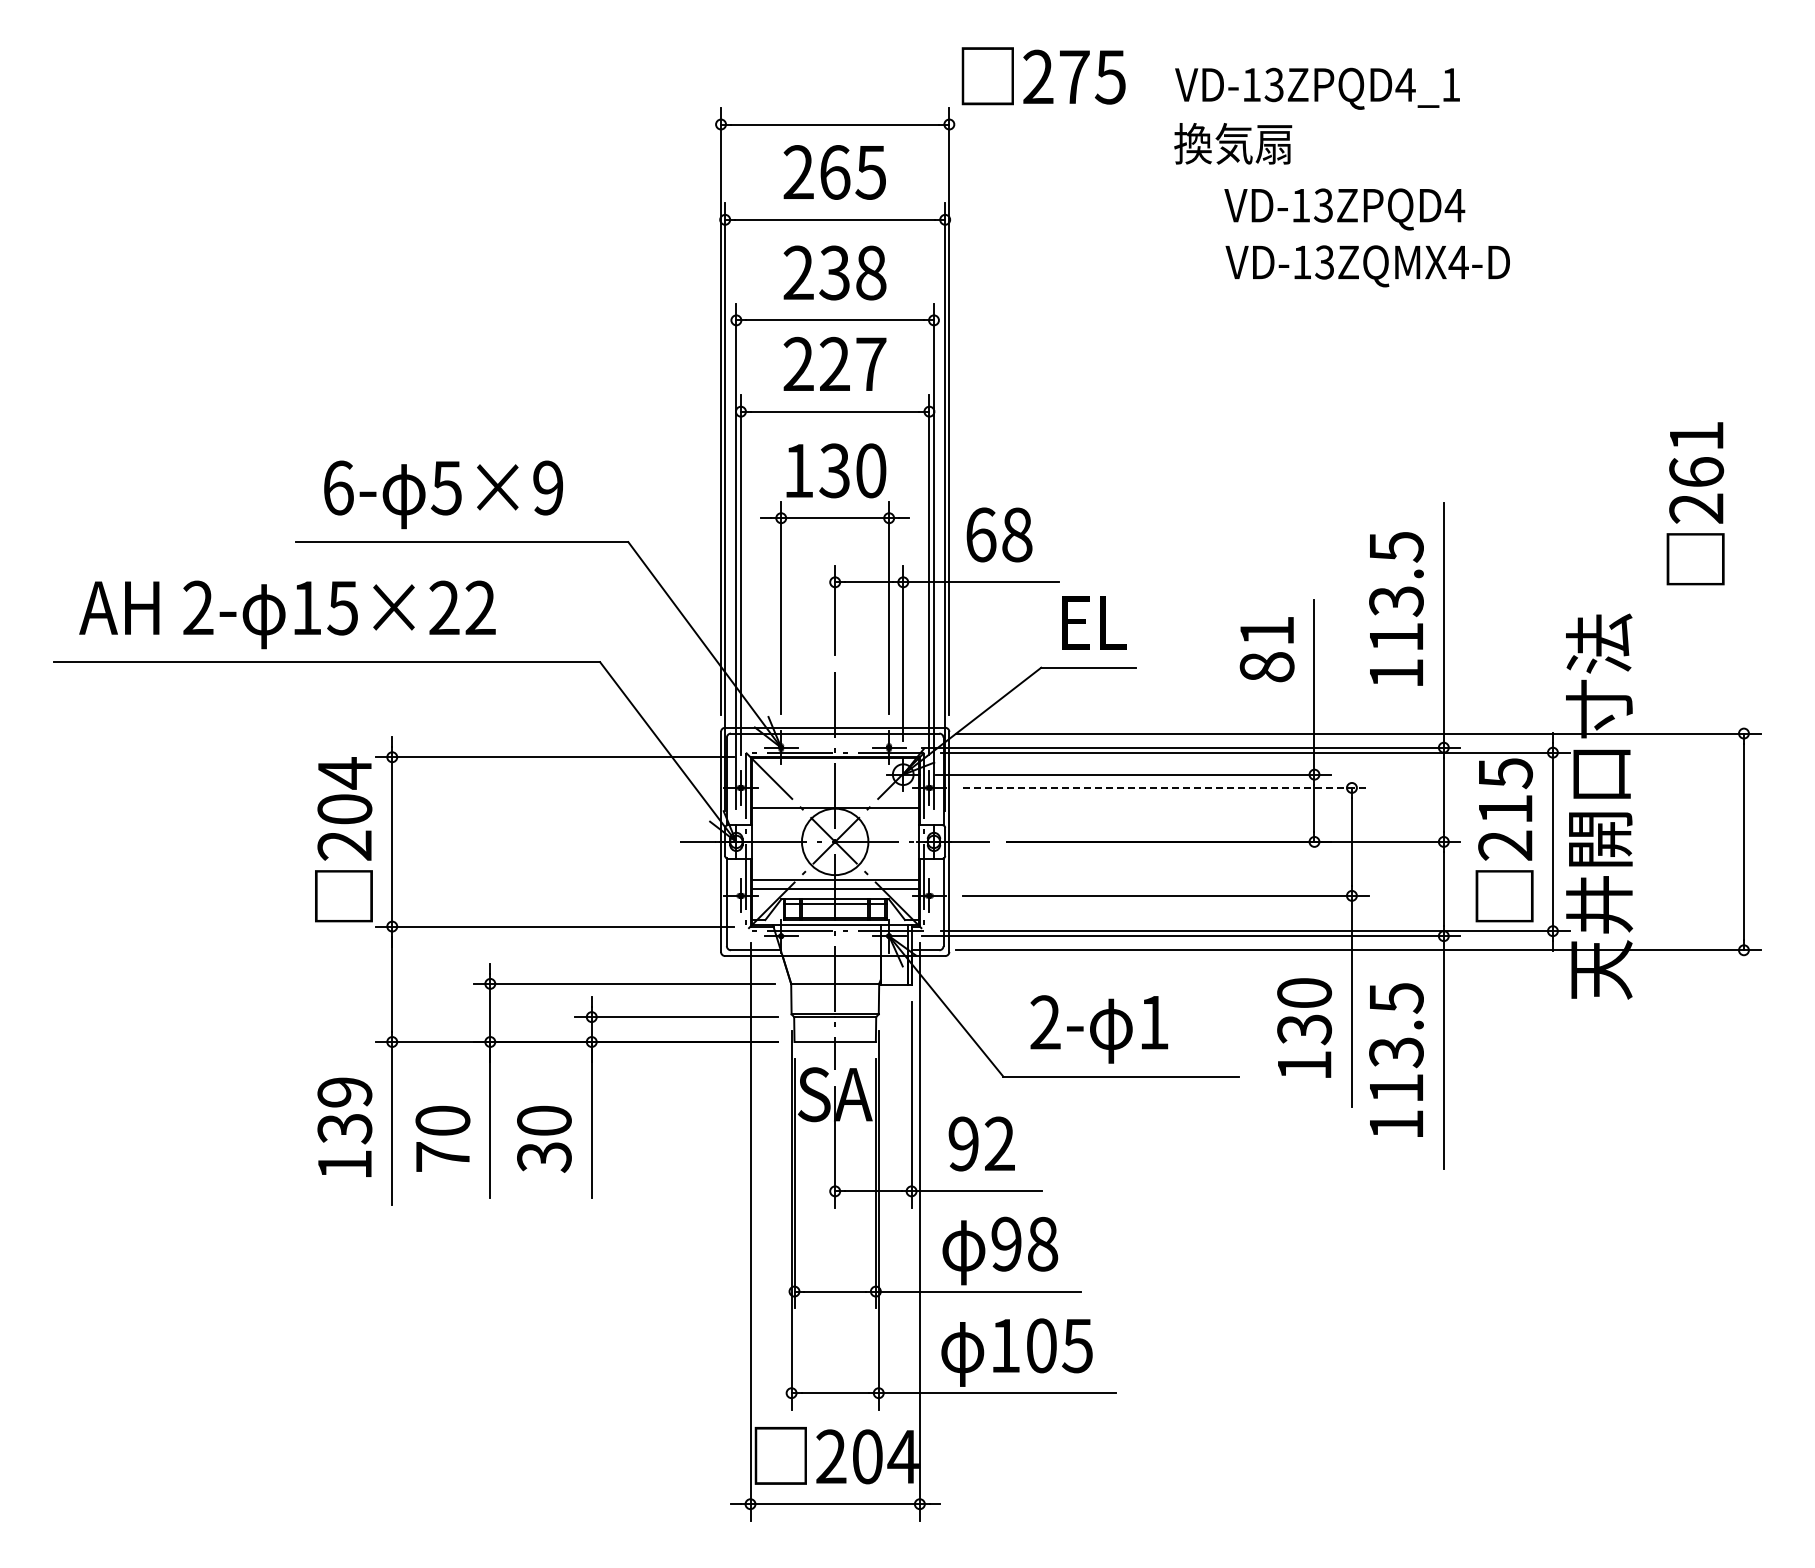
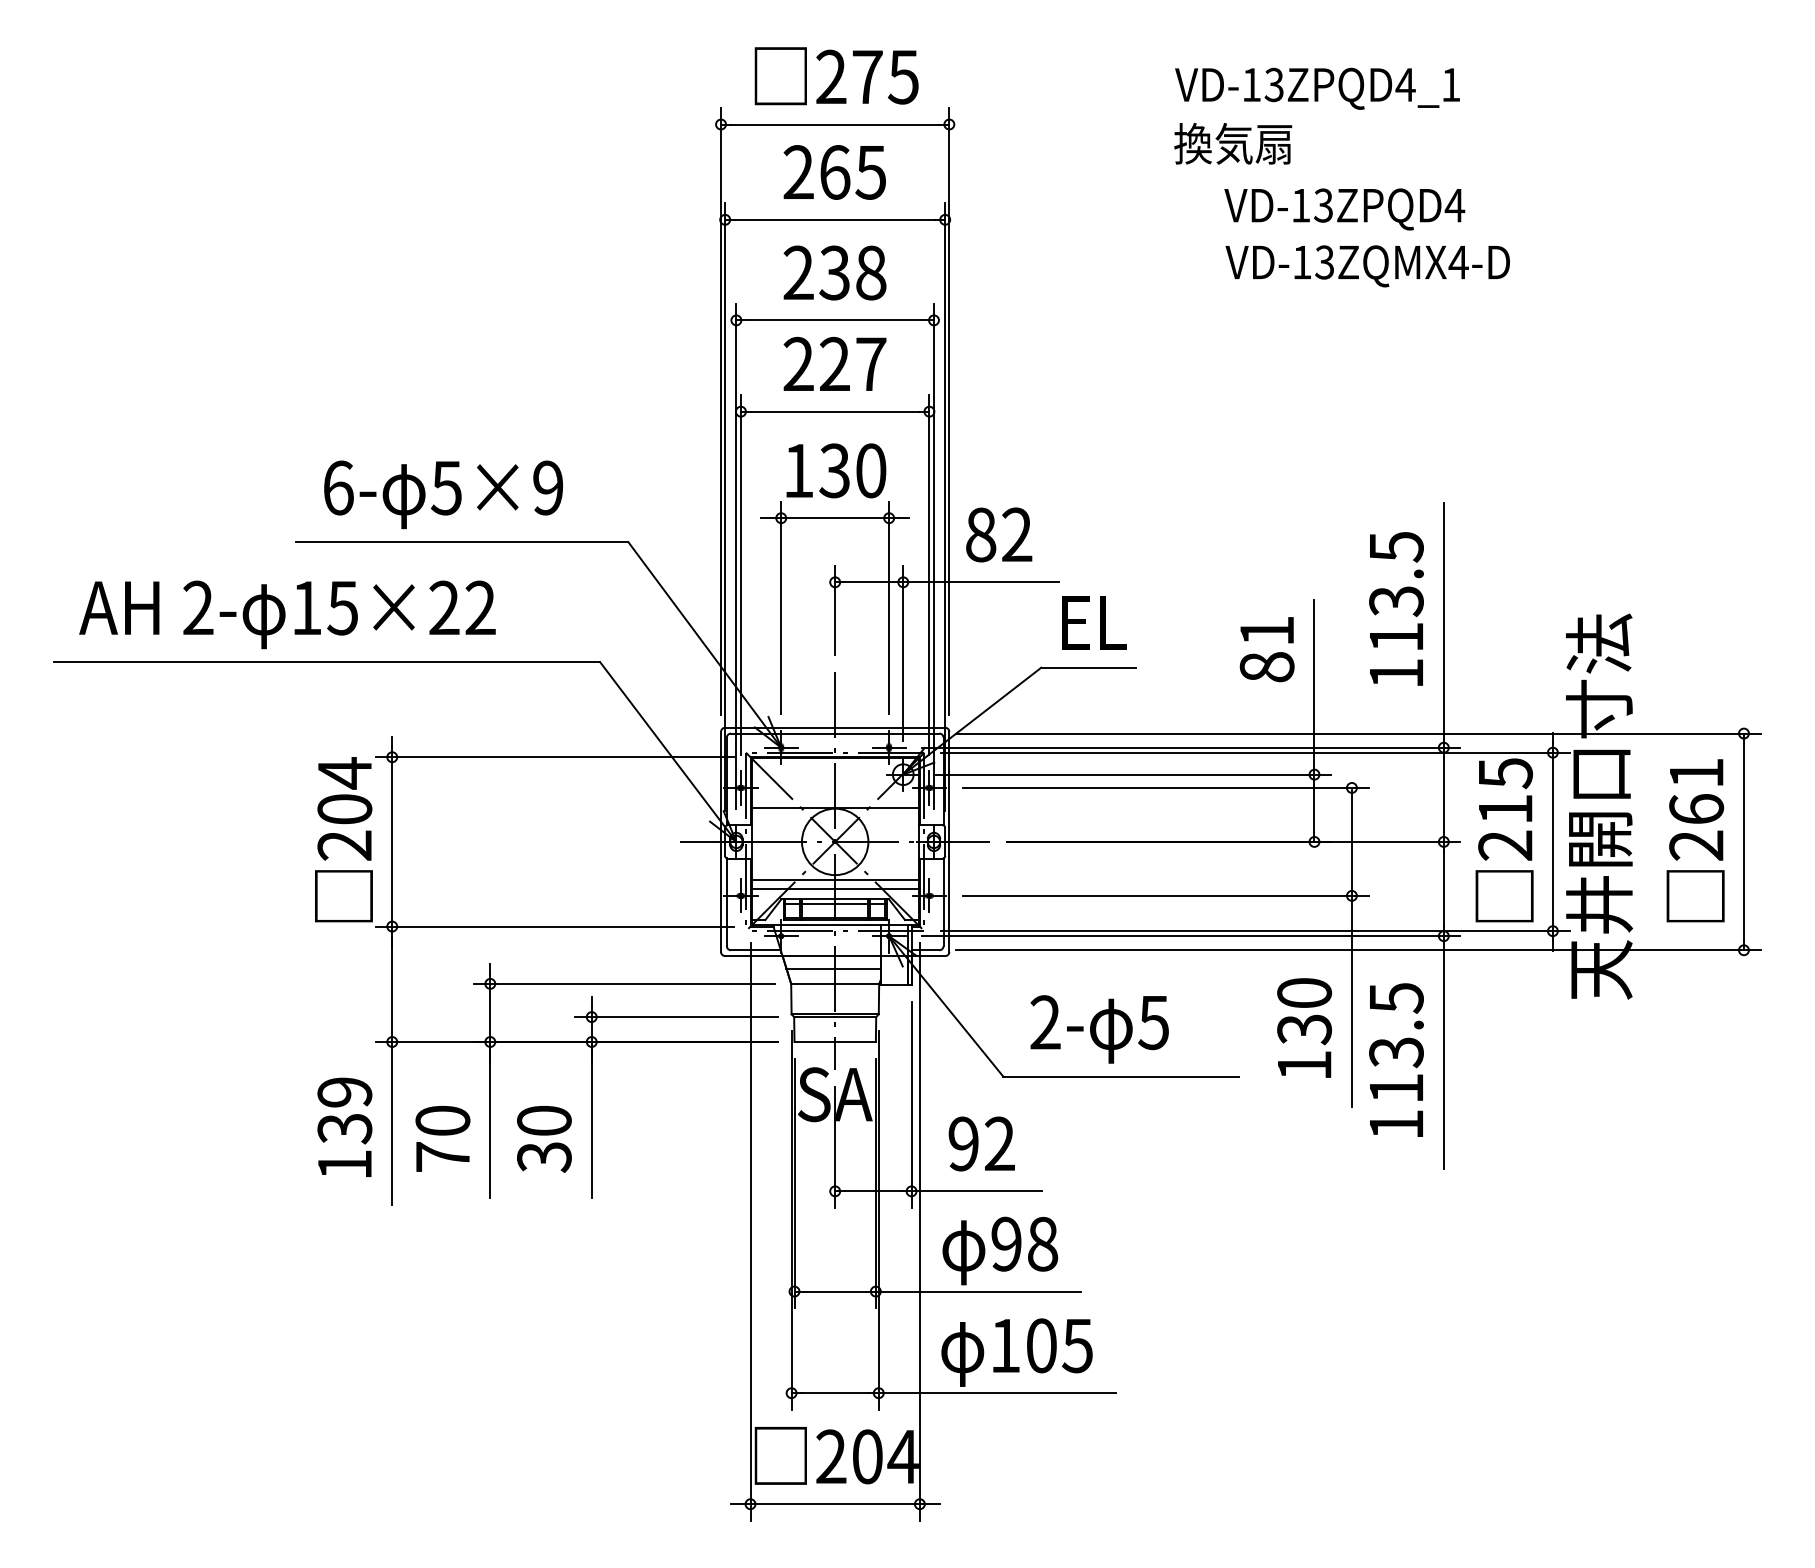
text at (1043, 76) position: (1043, 76) -> (836, 76)
text at (1695, 503) position: (1695, 503) -> (1695, 840)
text at (999, 534): 68 -> 82
line at (1165, 787): dashed -> solid
line at (833, 968): none -> present
text at (1153, 1023): 1 -> 5
